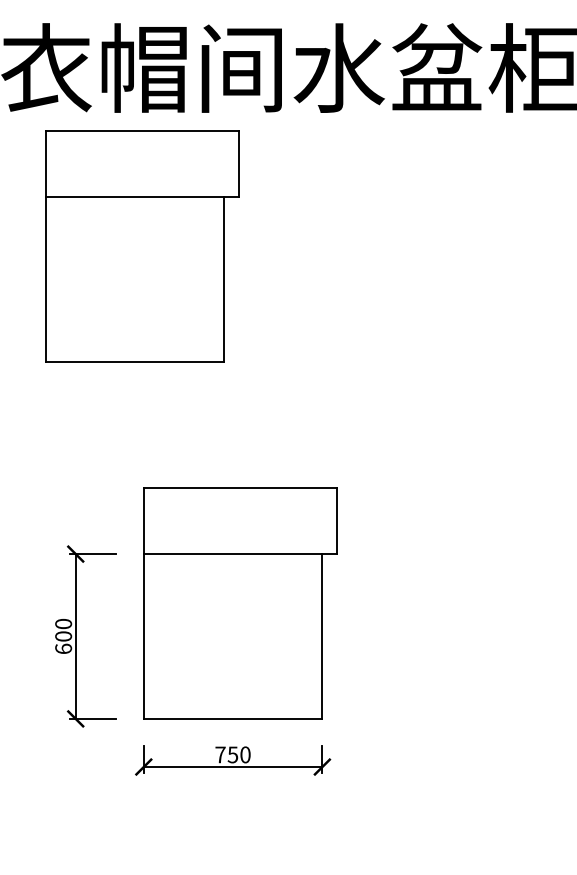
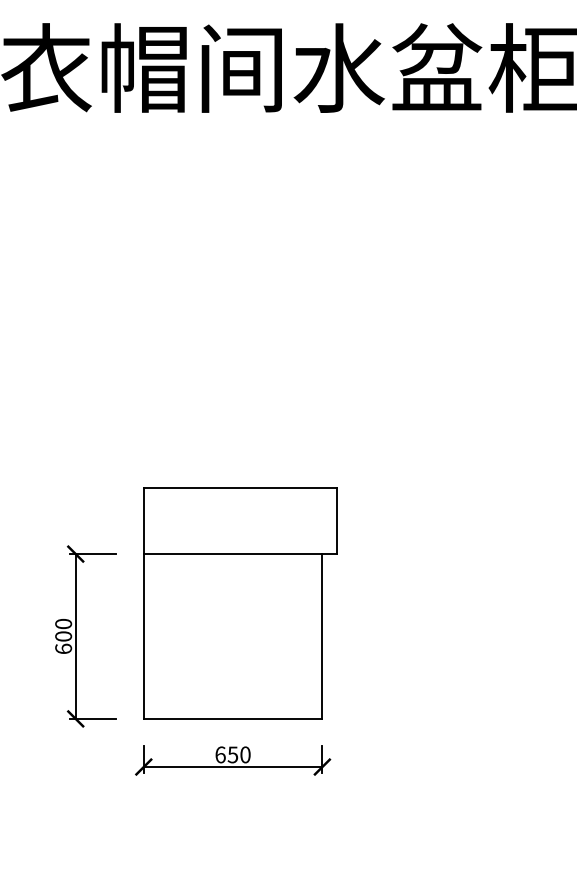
part at (142, 246): present -> none
text at (220, 754): 750 -> 650
